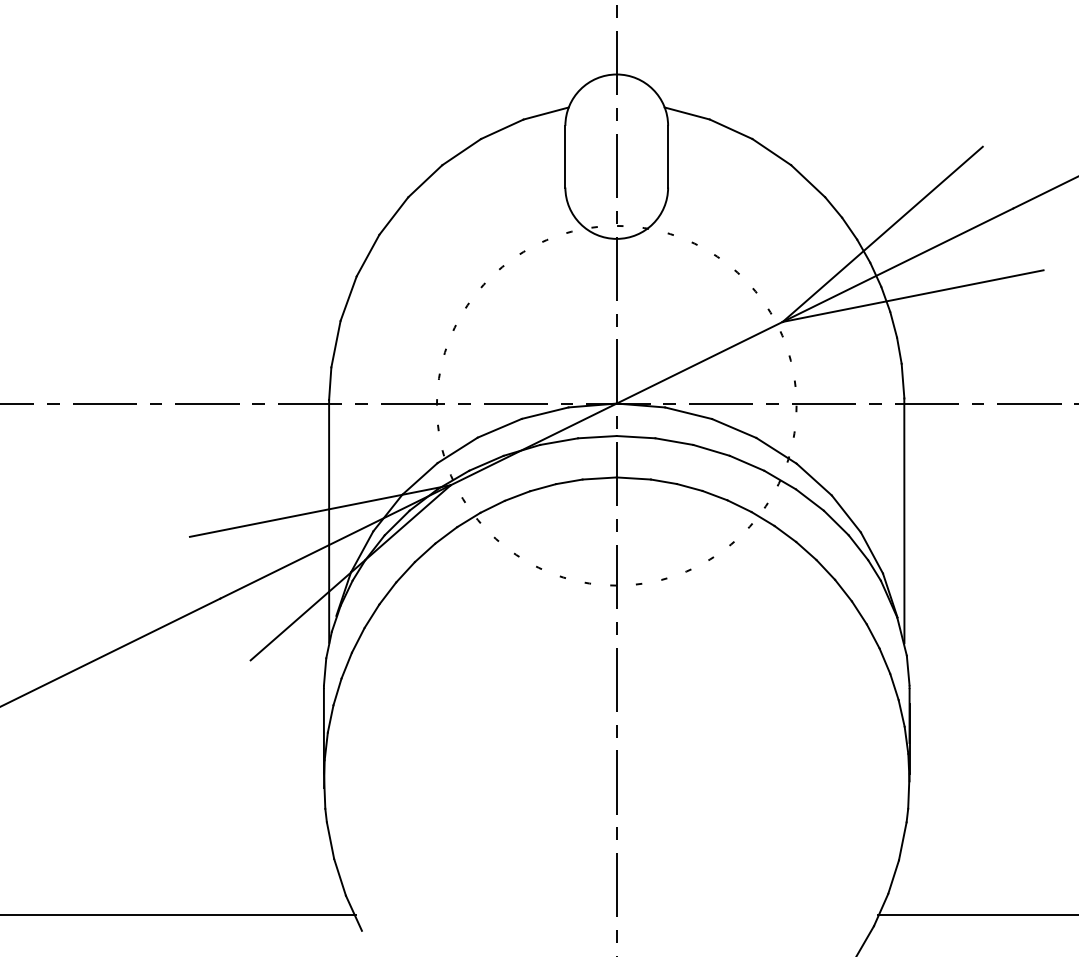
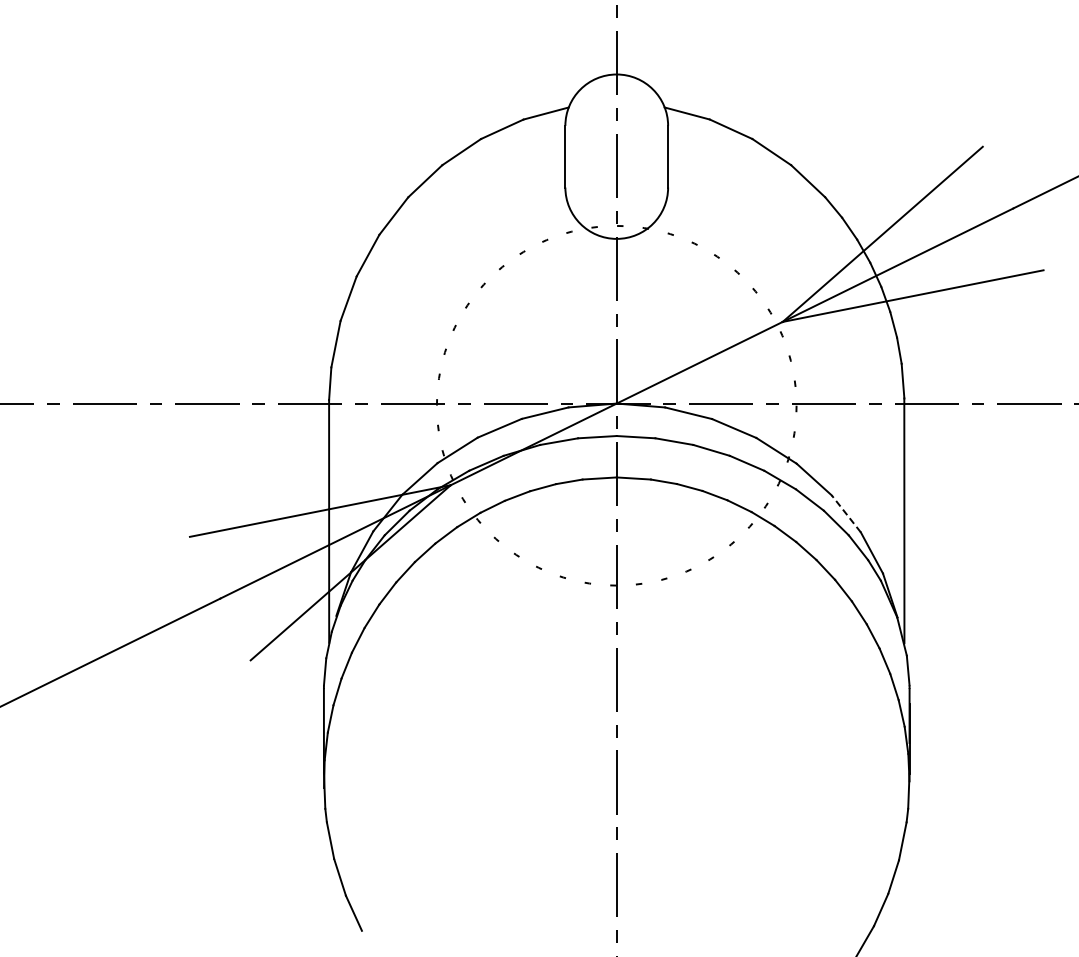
line at (846, 513): solid -> dashed
line at (178, 915): present -> none
line at (976, 915): present -> none
